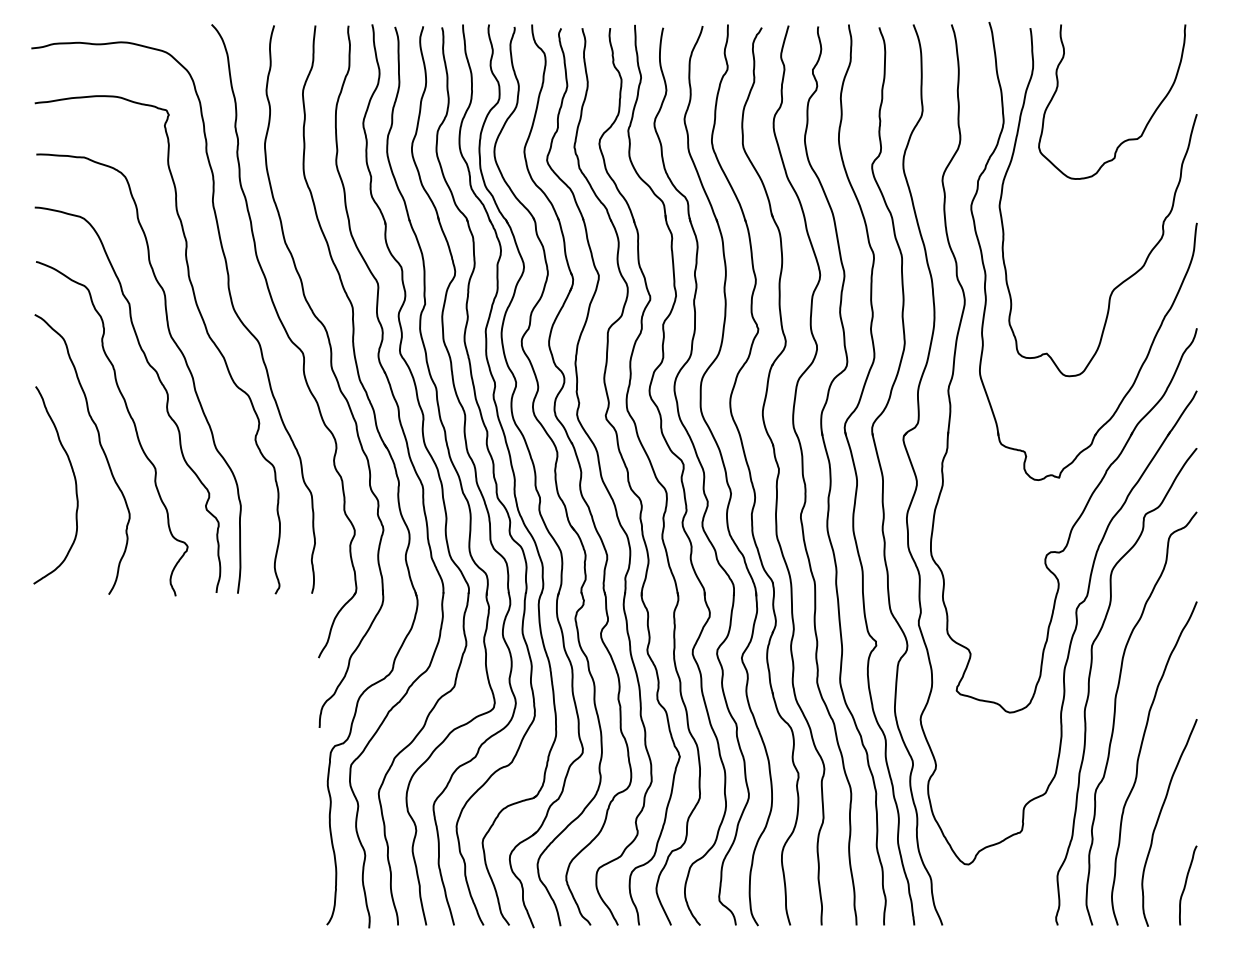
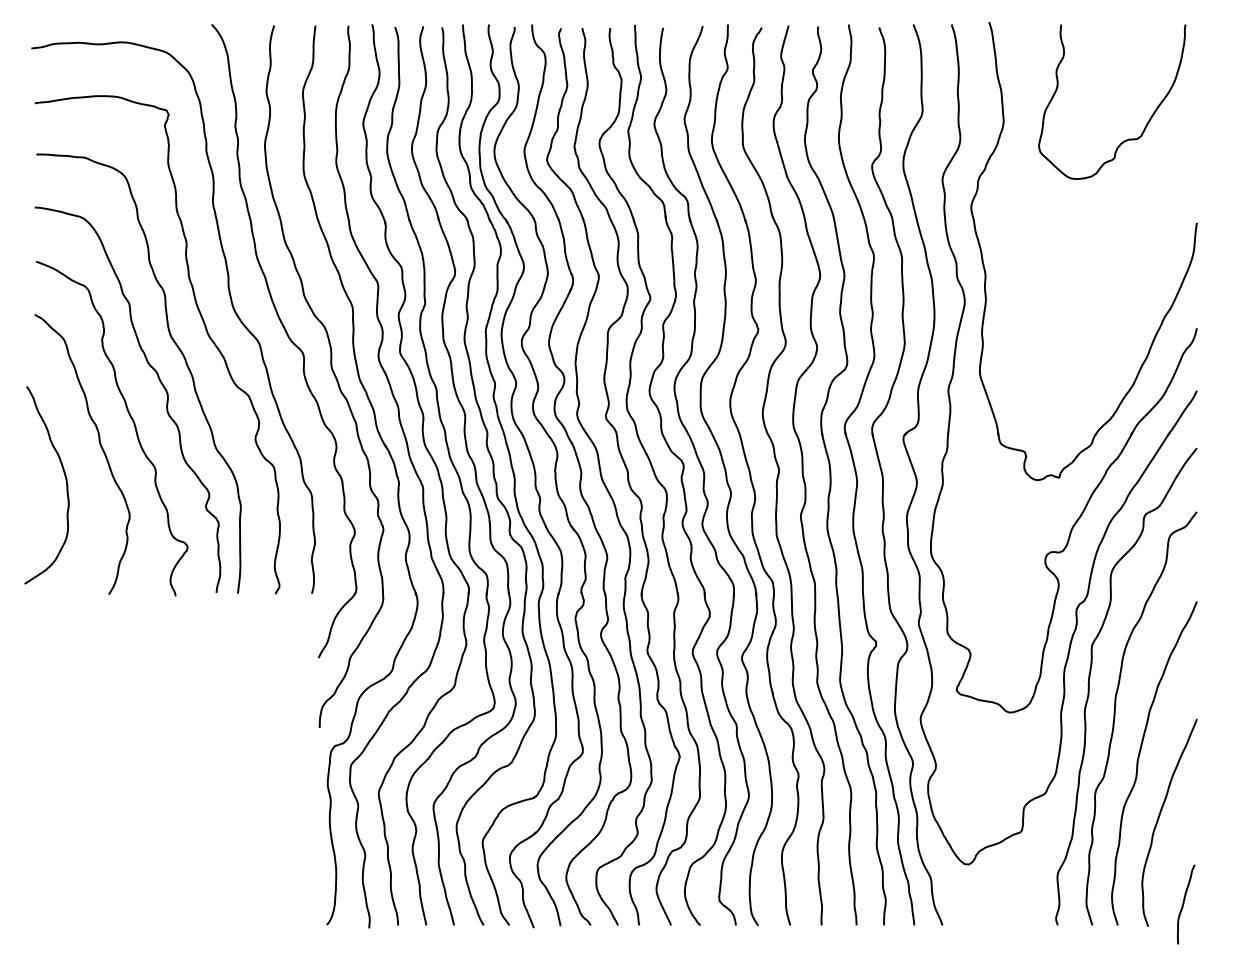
curve at (1162, 222): present -> none
curve at (74, 481) position: (74, 481) -> (65, 481)
curve at (1186, 885) position: (1186, 885) -> (1184, 904)
